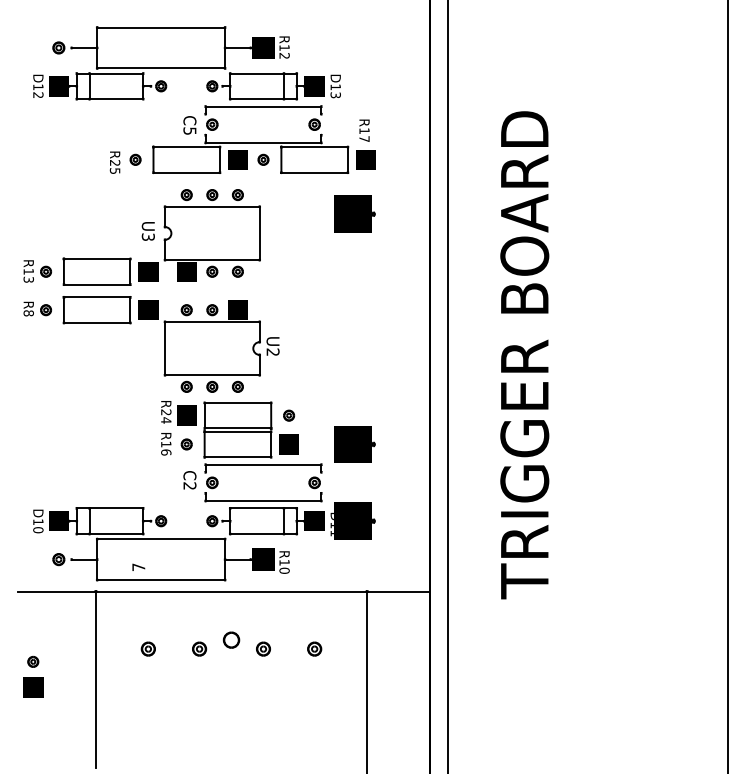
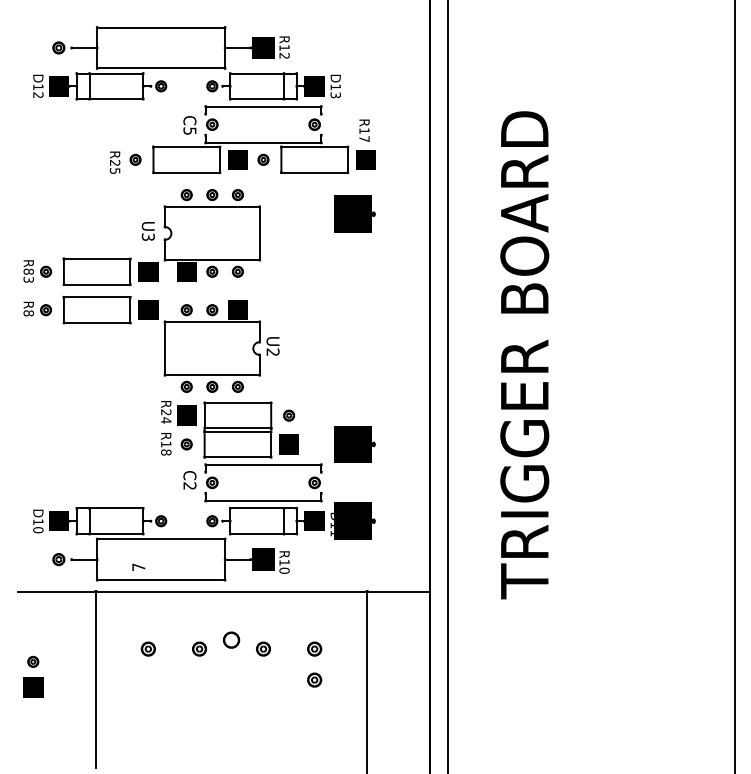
text at (28, 271): R13 -> R83
line at (728, 386) position: (728, 386) -> (735, 386)
text at (166, 452): R16 -> R18
part at (314, 679): none -> present
